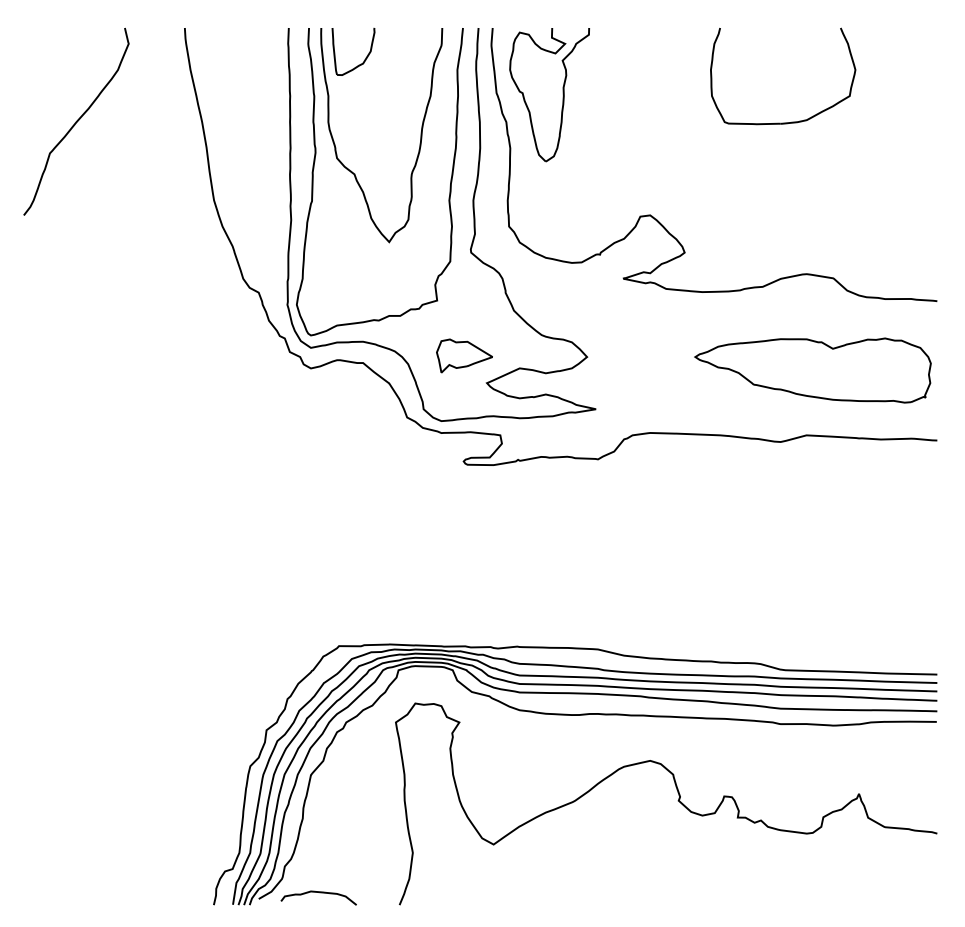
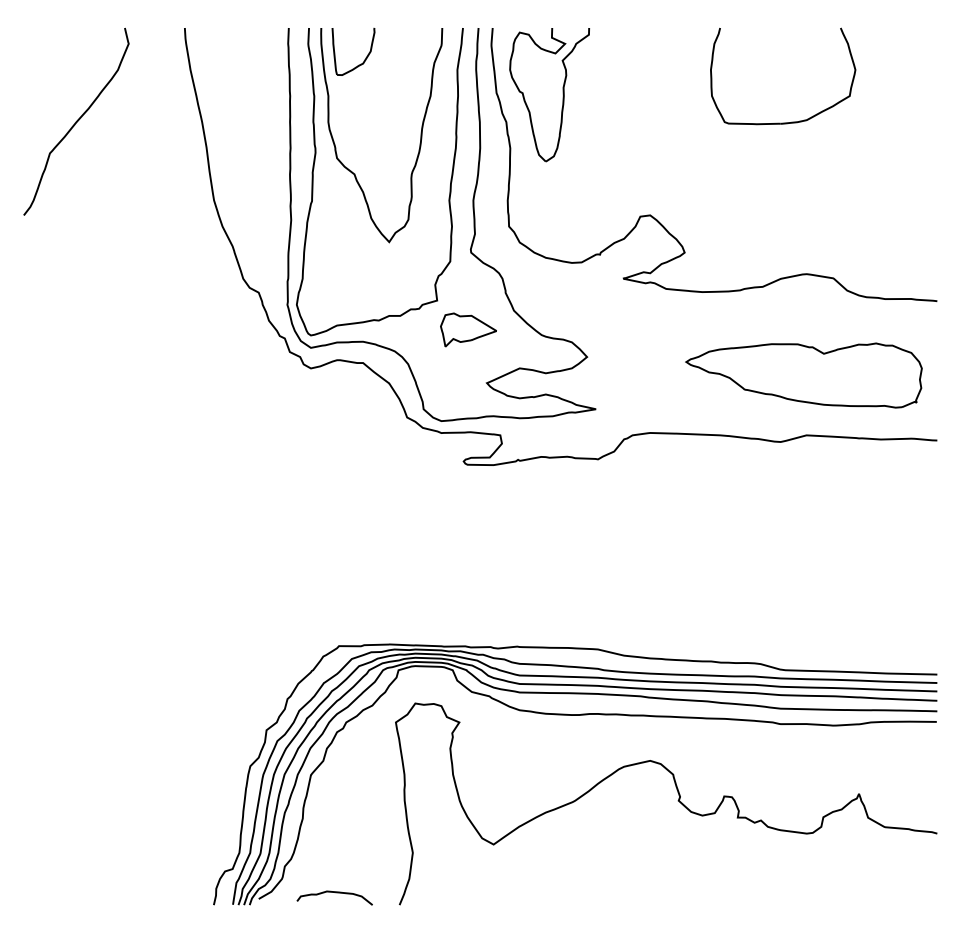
part at (464, 355) position: (464, 355) -> (468, 329)
part at (812, 370) position: (812, 370) -> (803, 375)
curve at (319, 893) position: (319, 893) -> (335, 893)
